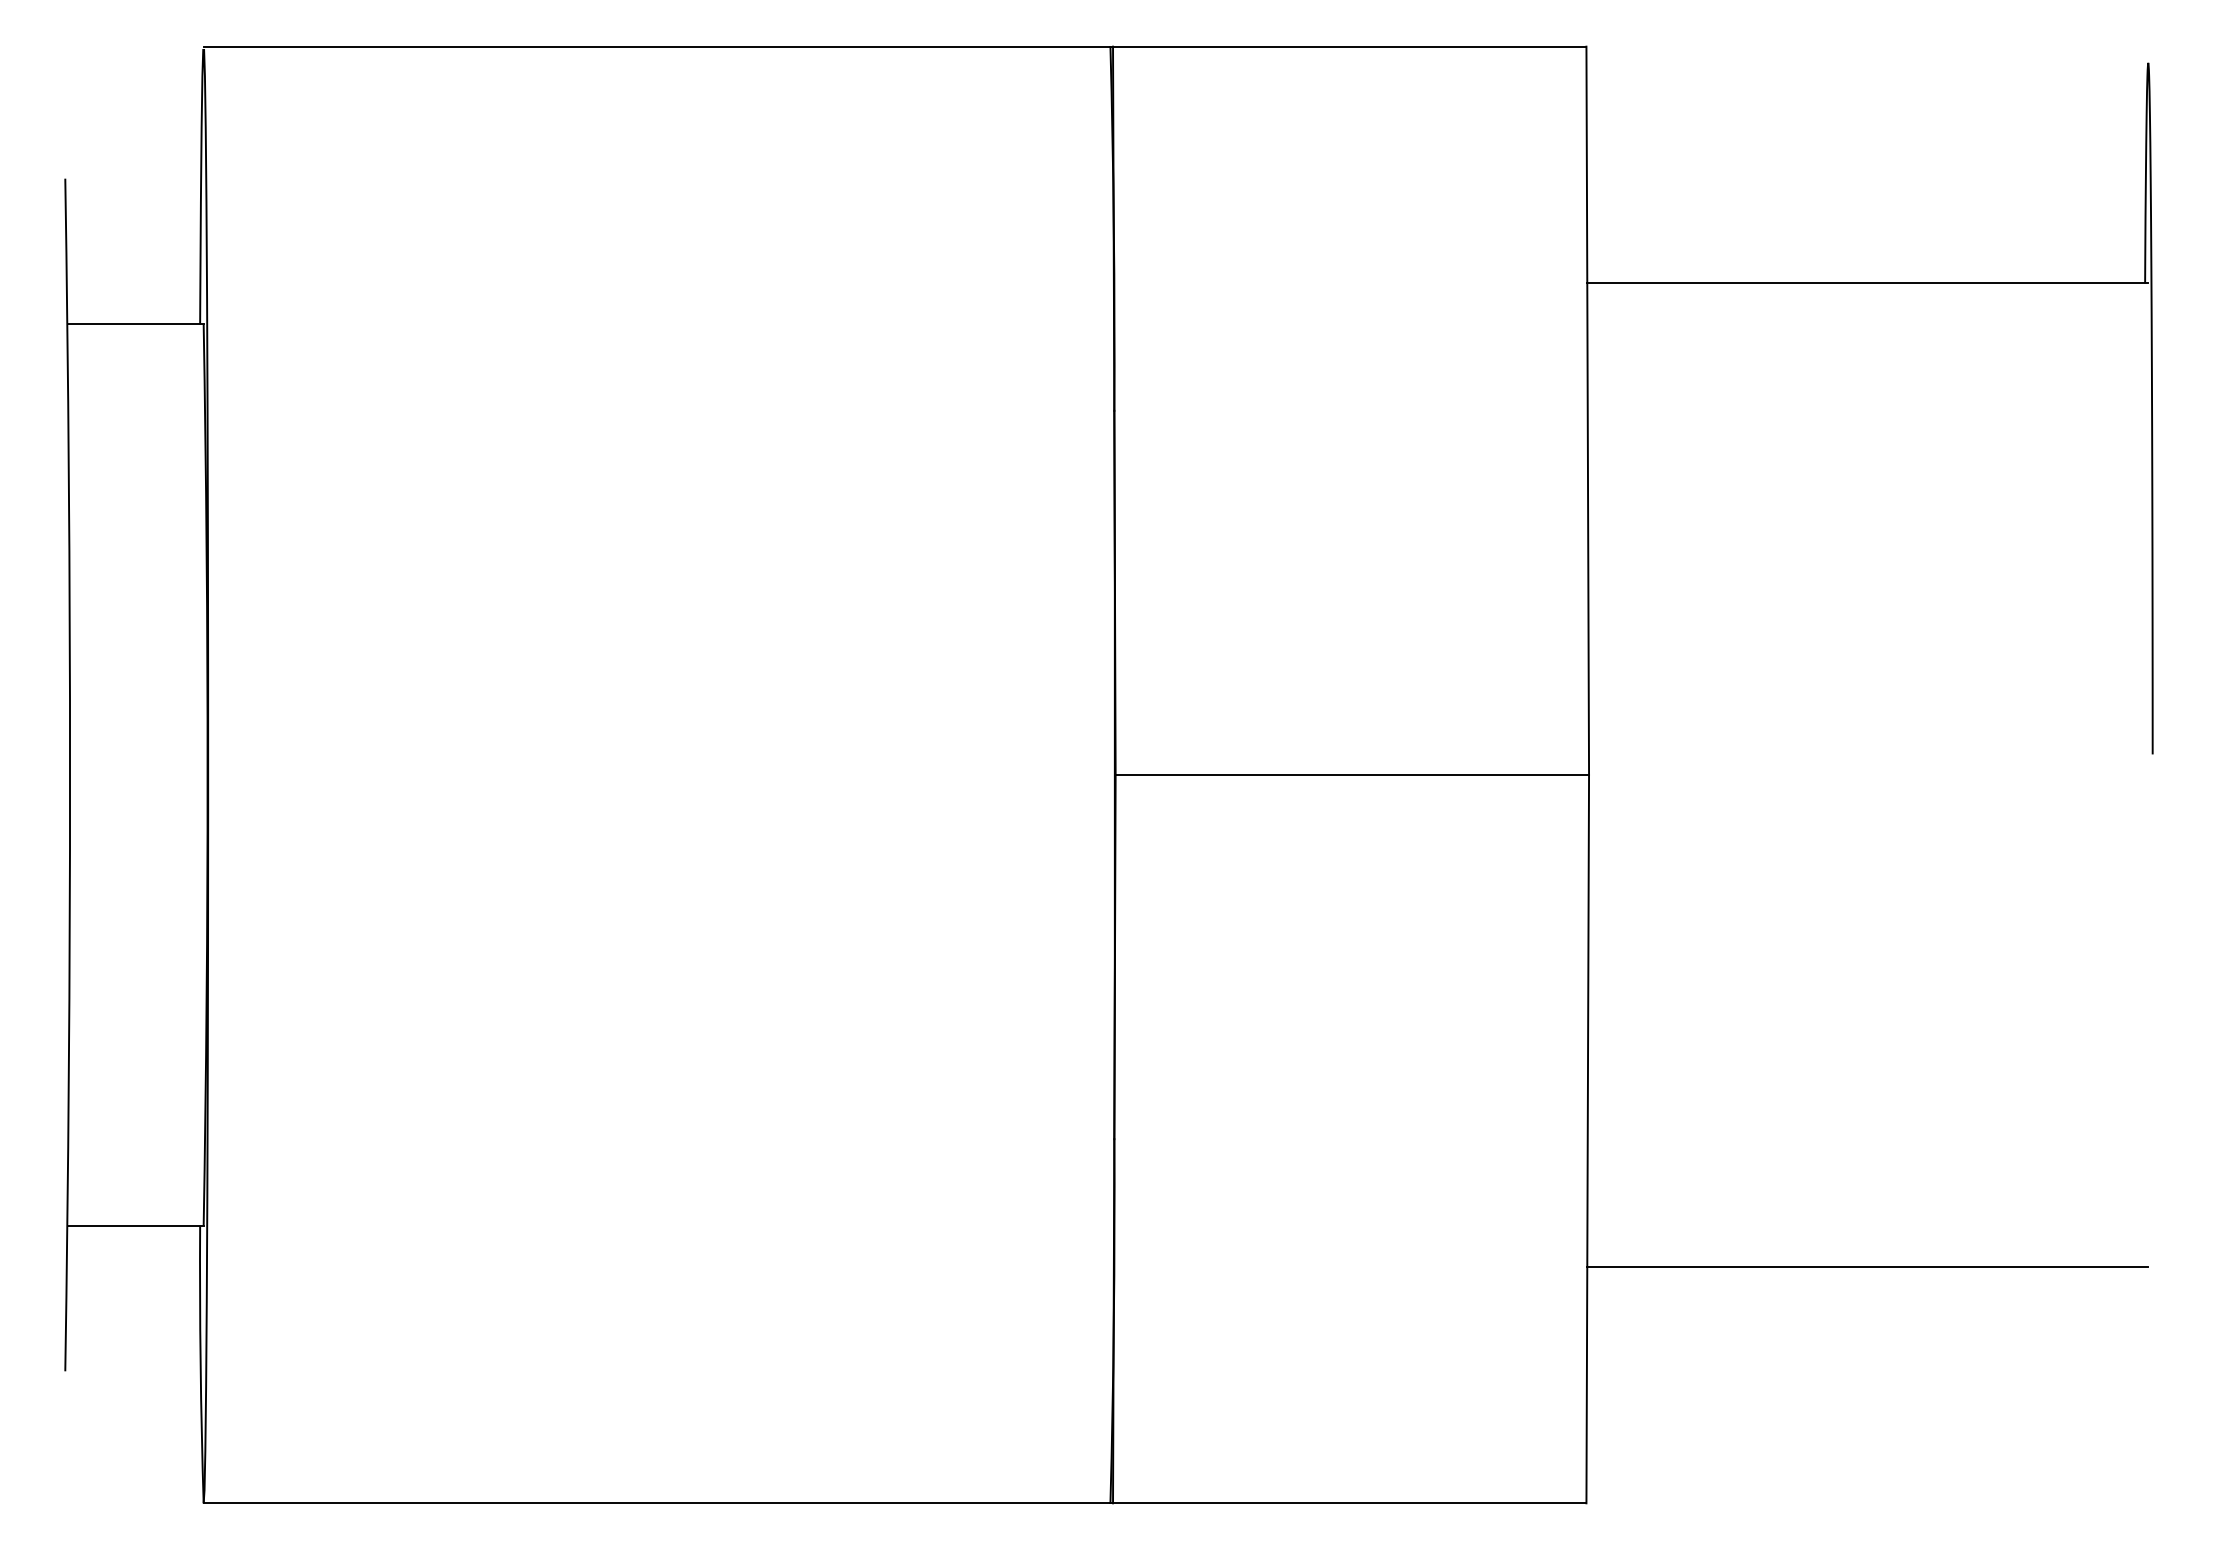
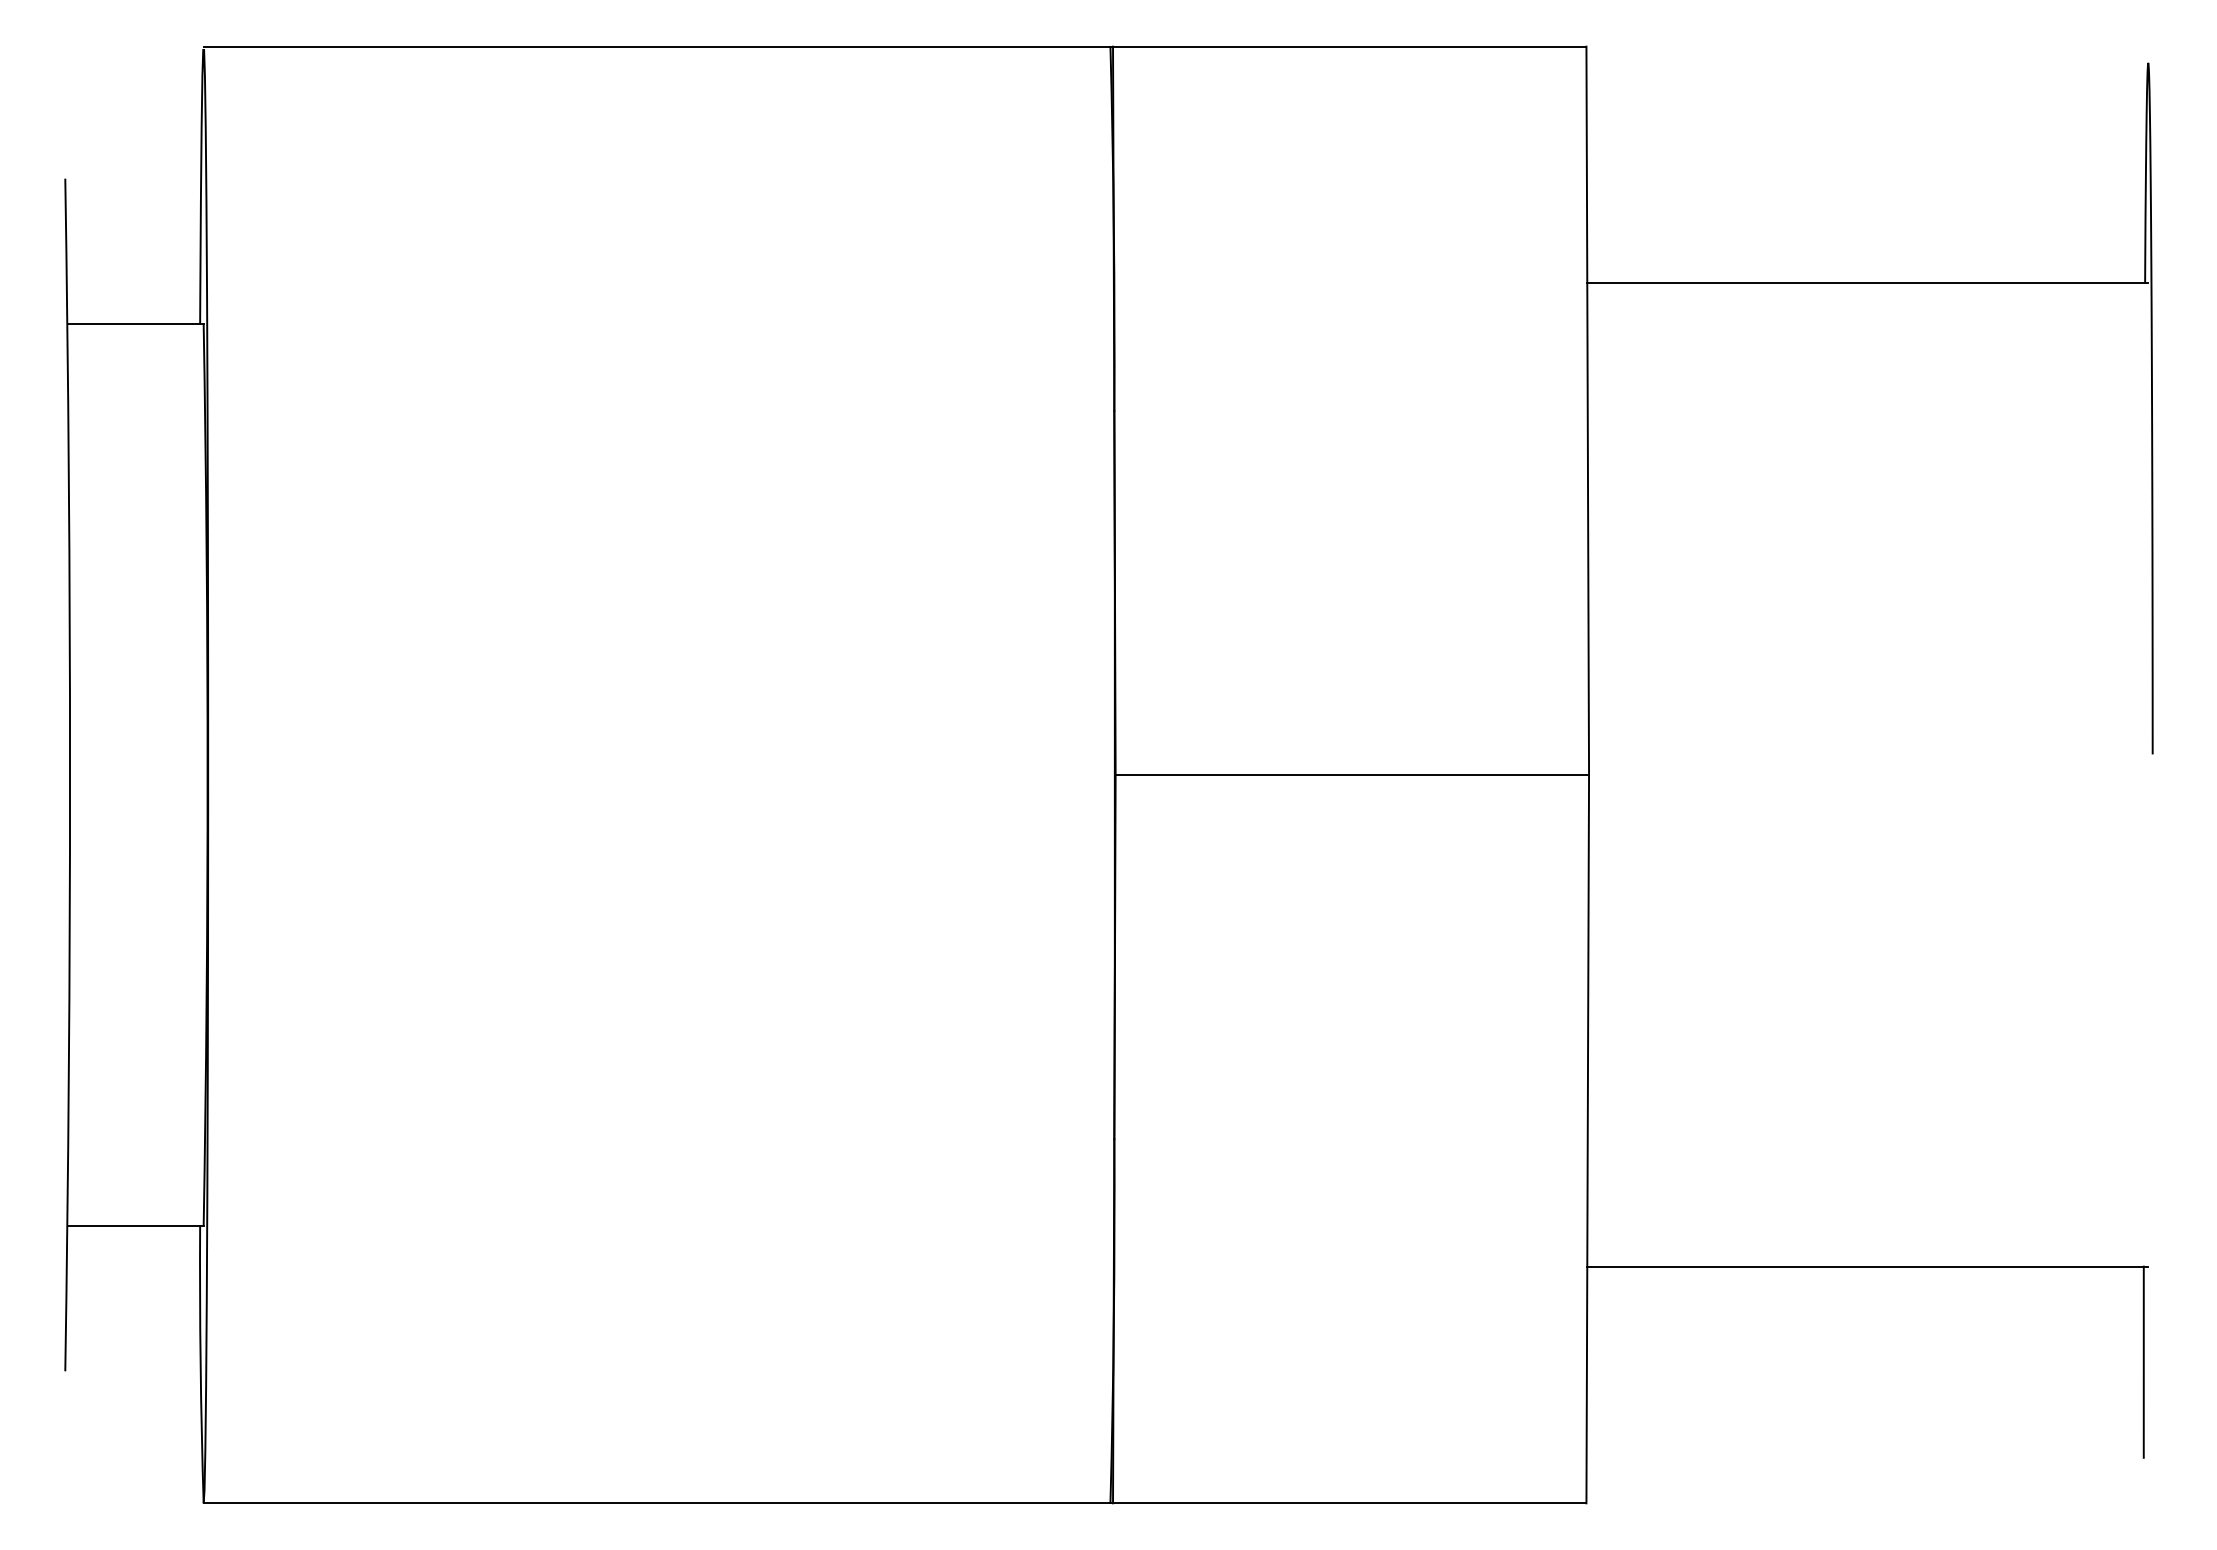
line at (2143, 1361): none -> present
